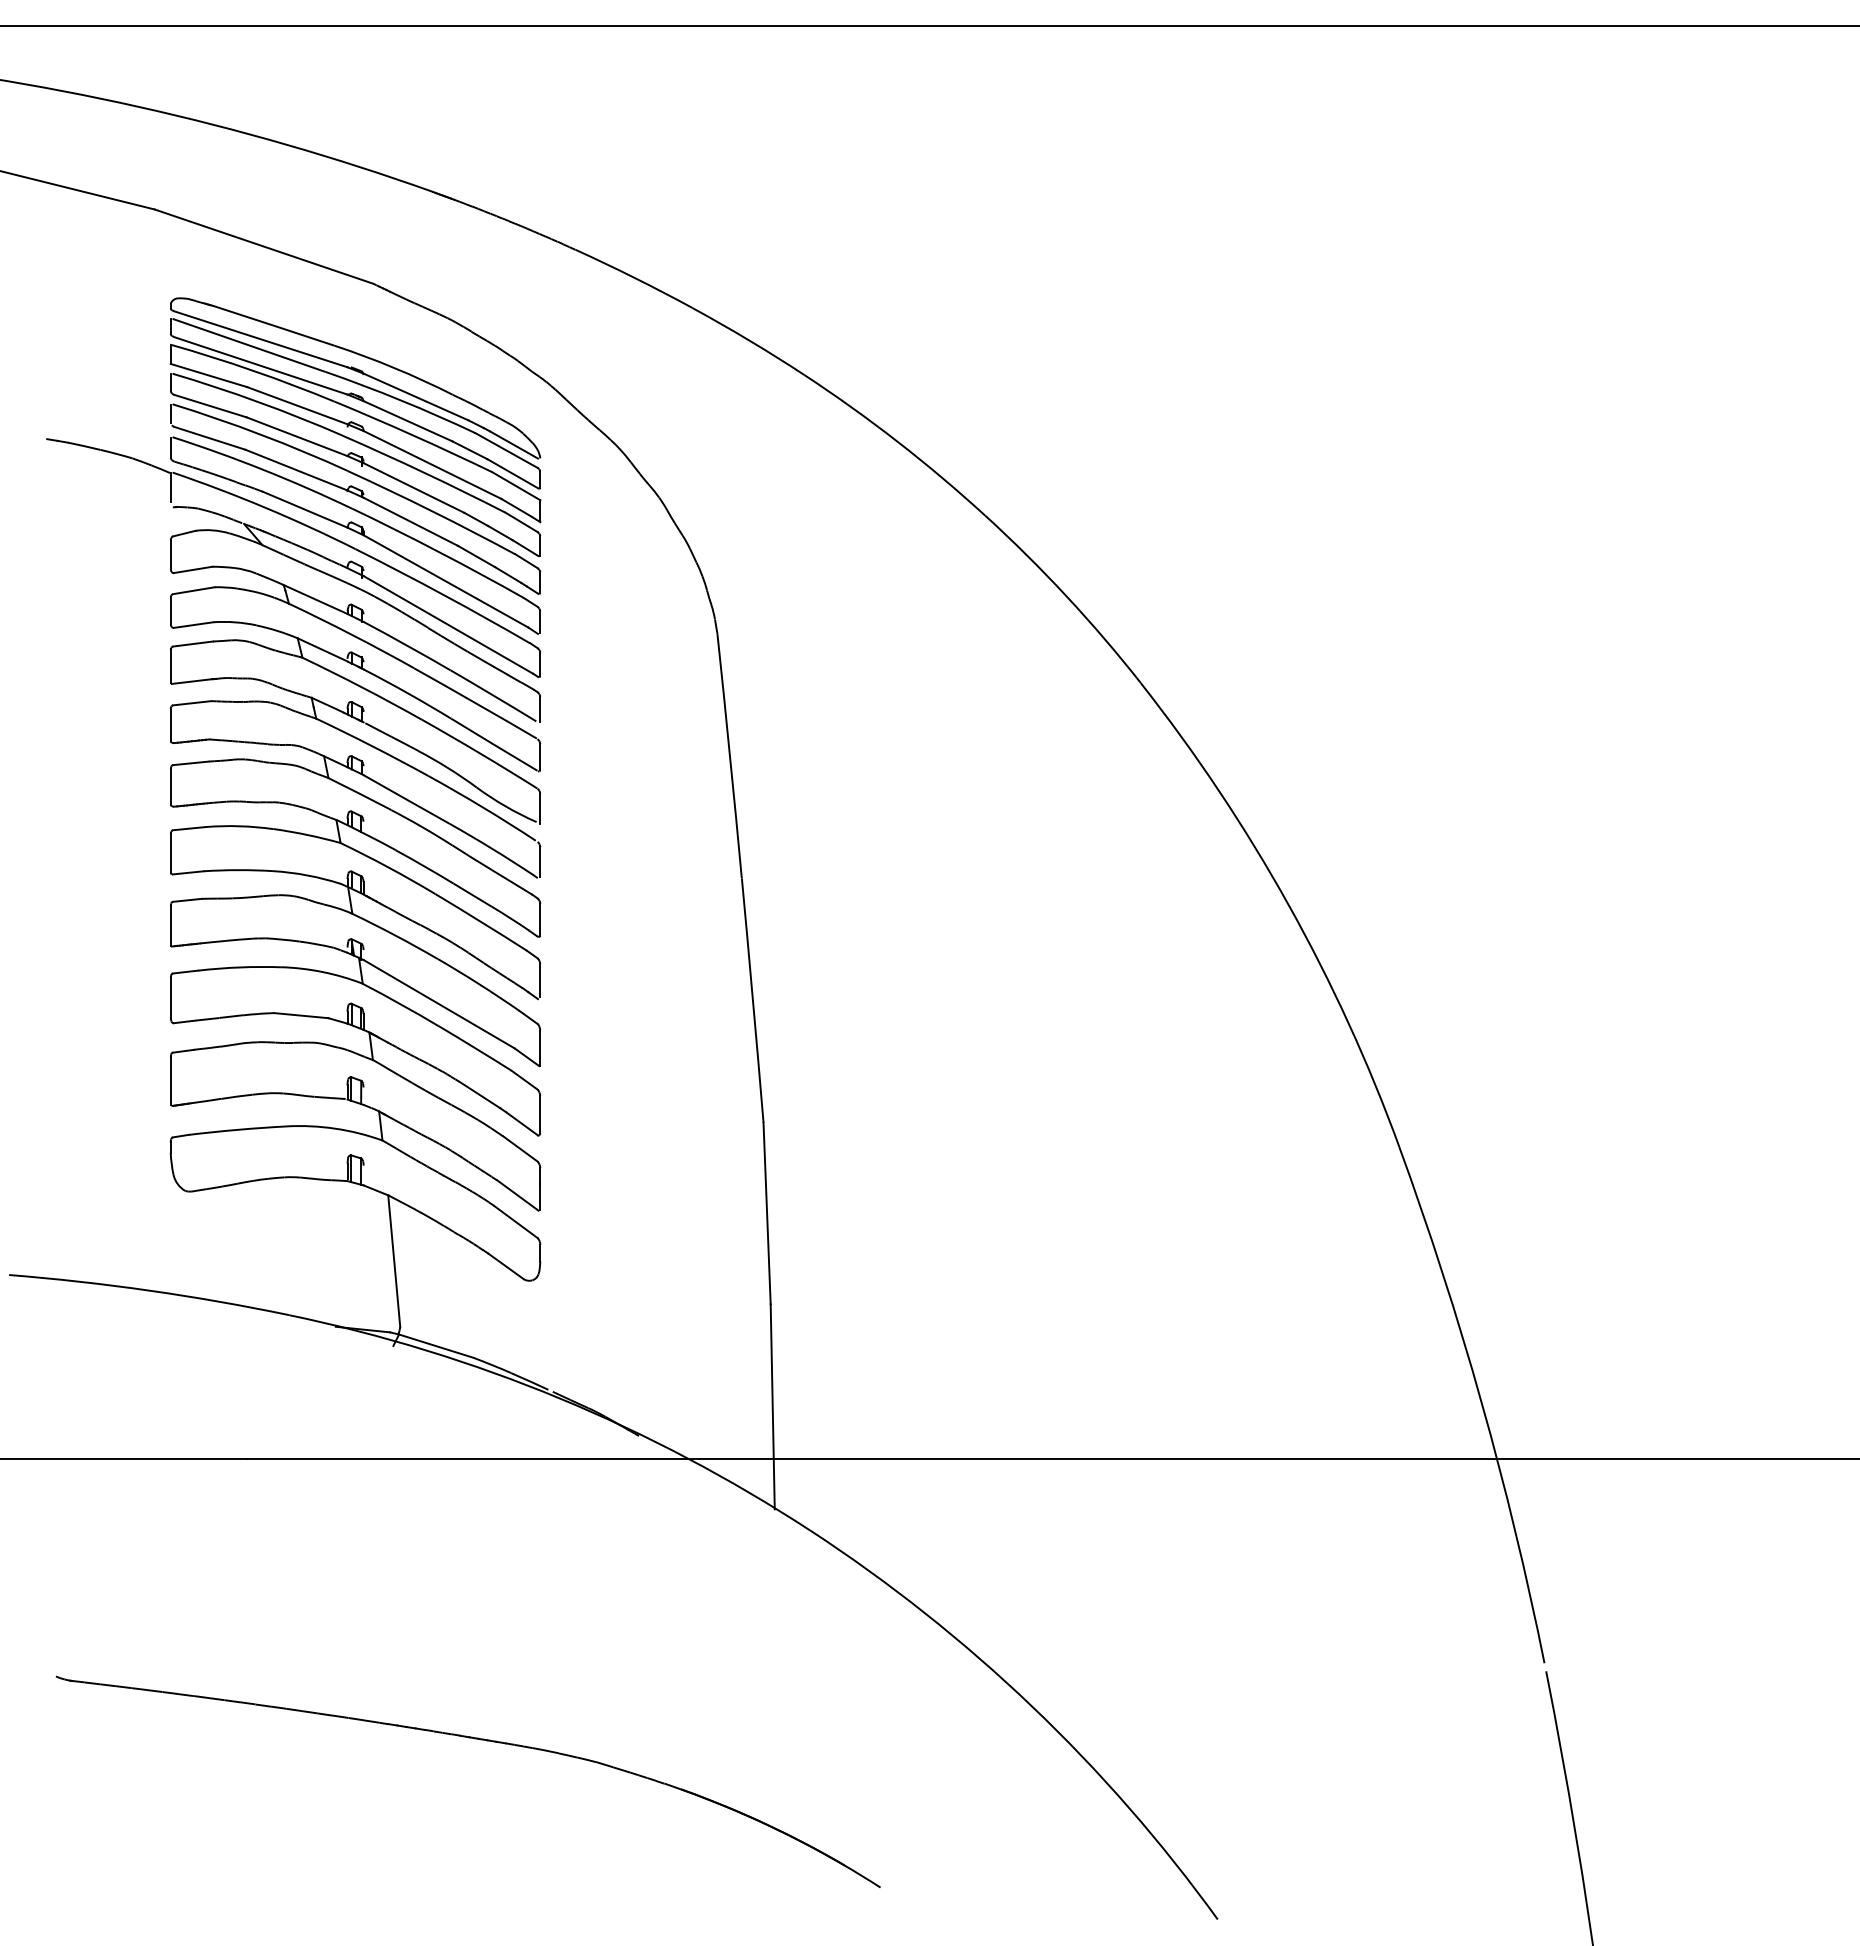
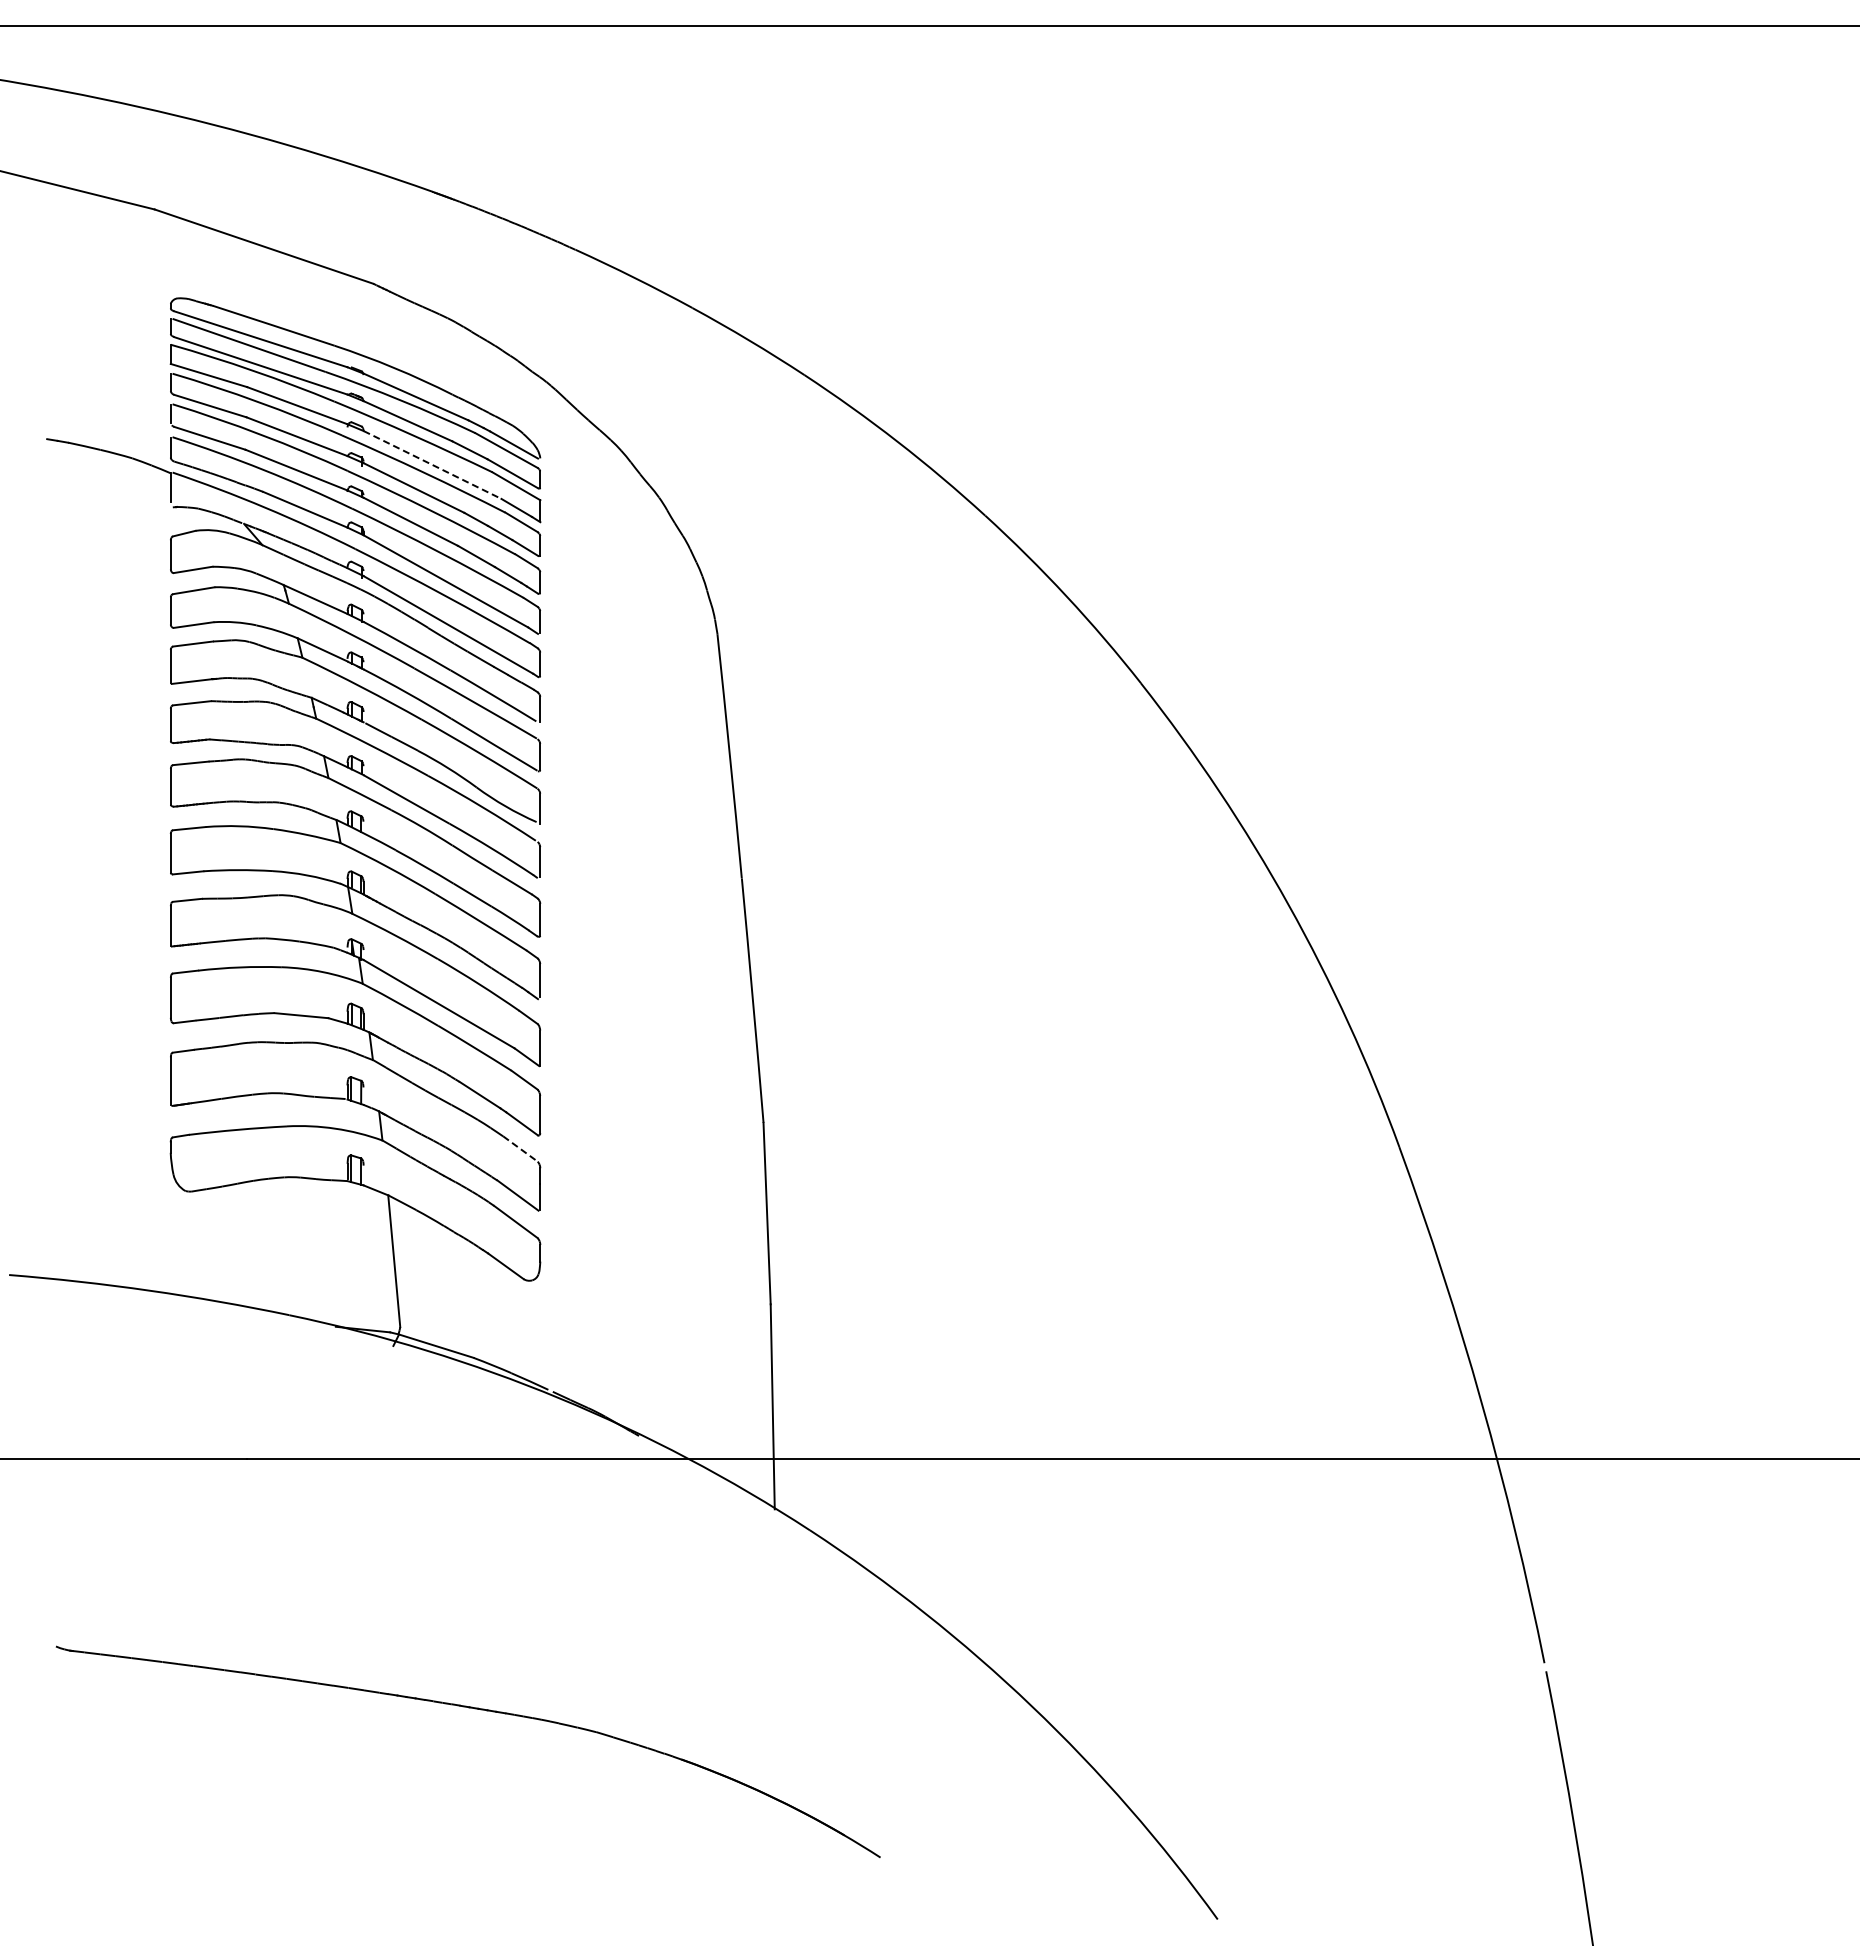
line at (432, 464): solid -> dashed
line at (520, 1149): solid -> dashed
part at (474, 1739) position: (474, 1739) -> (474, 1709)
